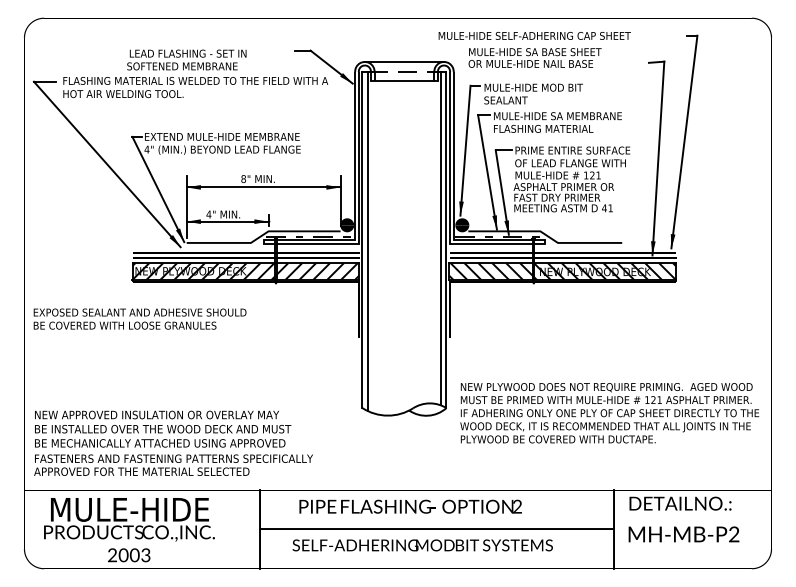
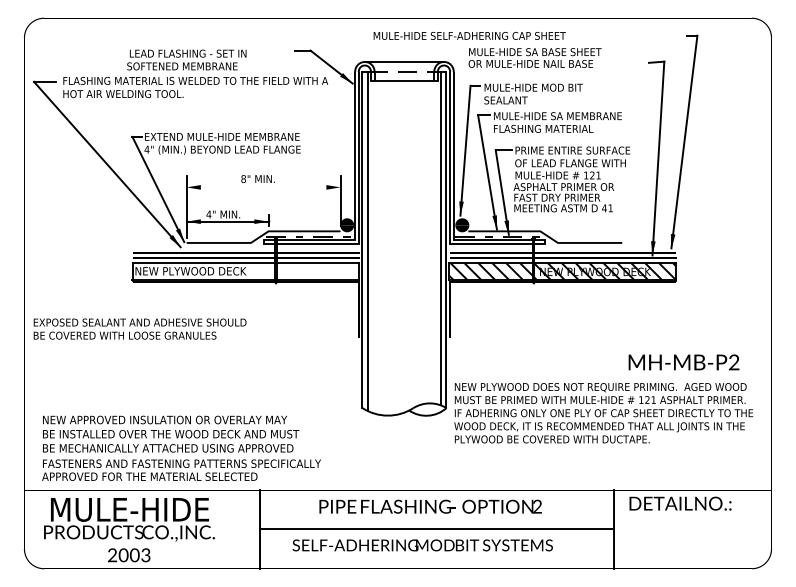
text at (534, 35) position: (534, 35) -> (469, 35)
line at (263, 187): present -> none
hatch at (245, 271): present -> none
text at (139, 318) position: (139, 318) -> (139, 328)
text at (609, 413) position: (609, 413) -> (603, 413)
text at (173, 442) position: (173, 442) -> (181, 447)
text at (410, 506) position: (410, 506) -> (430, 506)
text at (683, 534) position: (683, 534) -> (683, 362)
